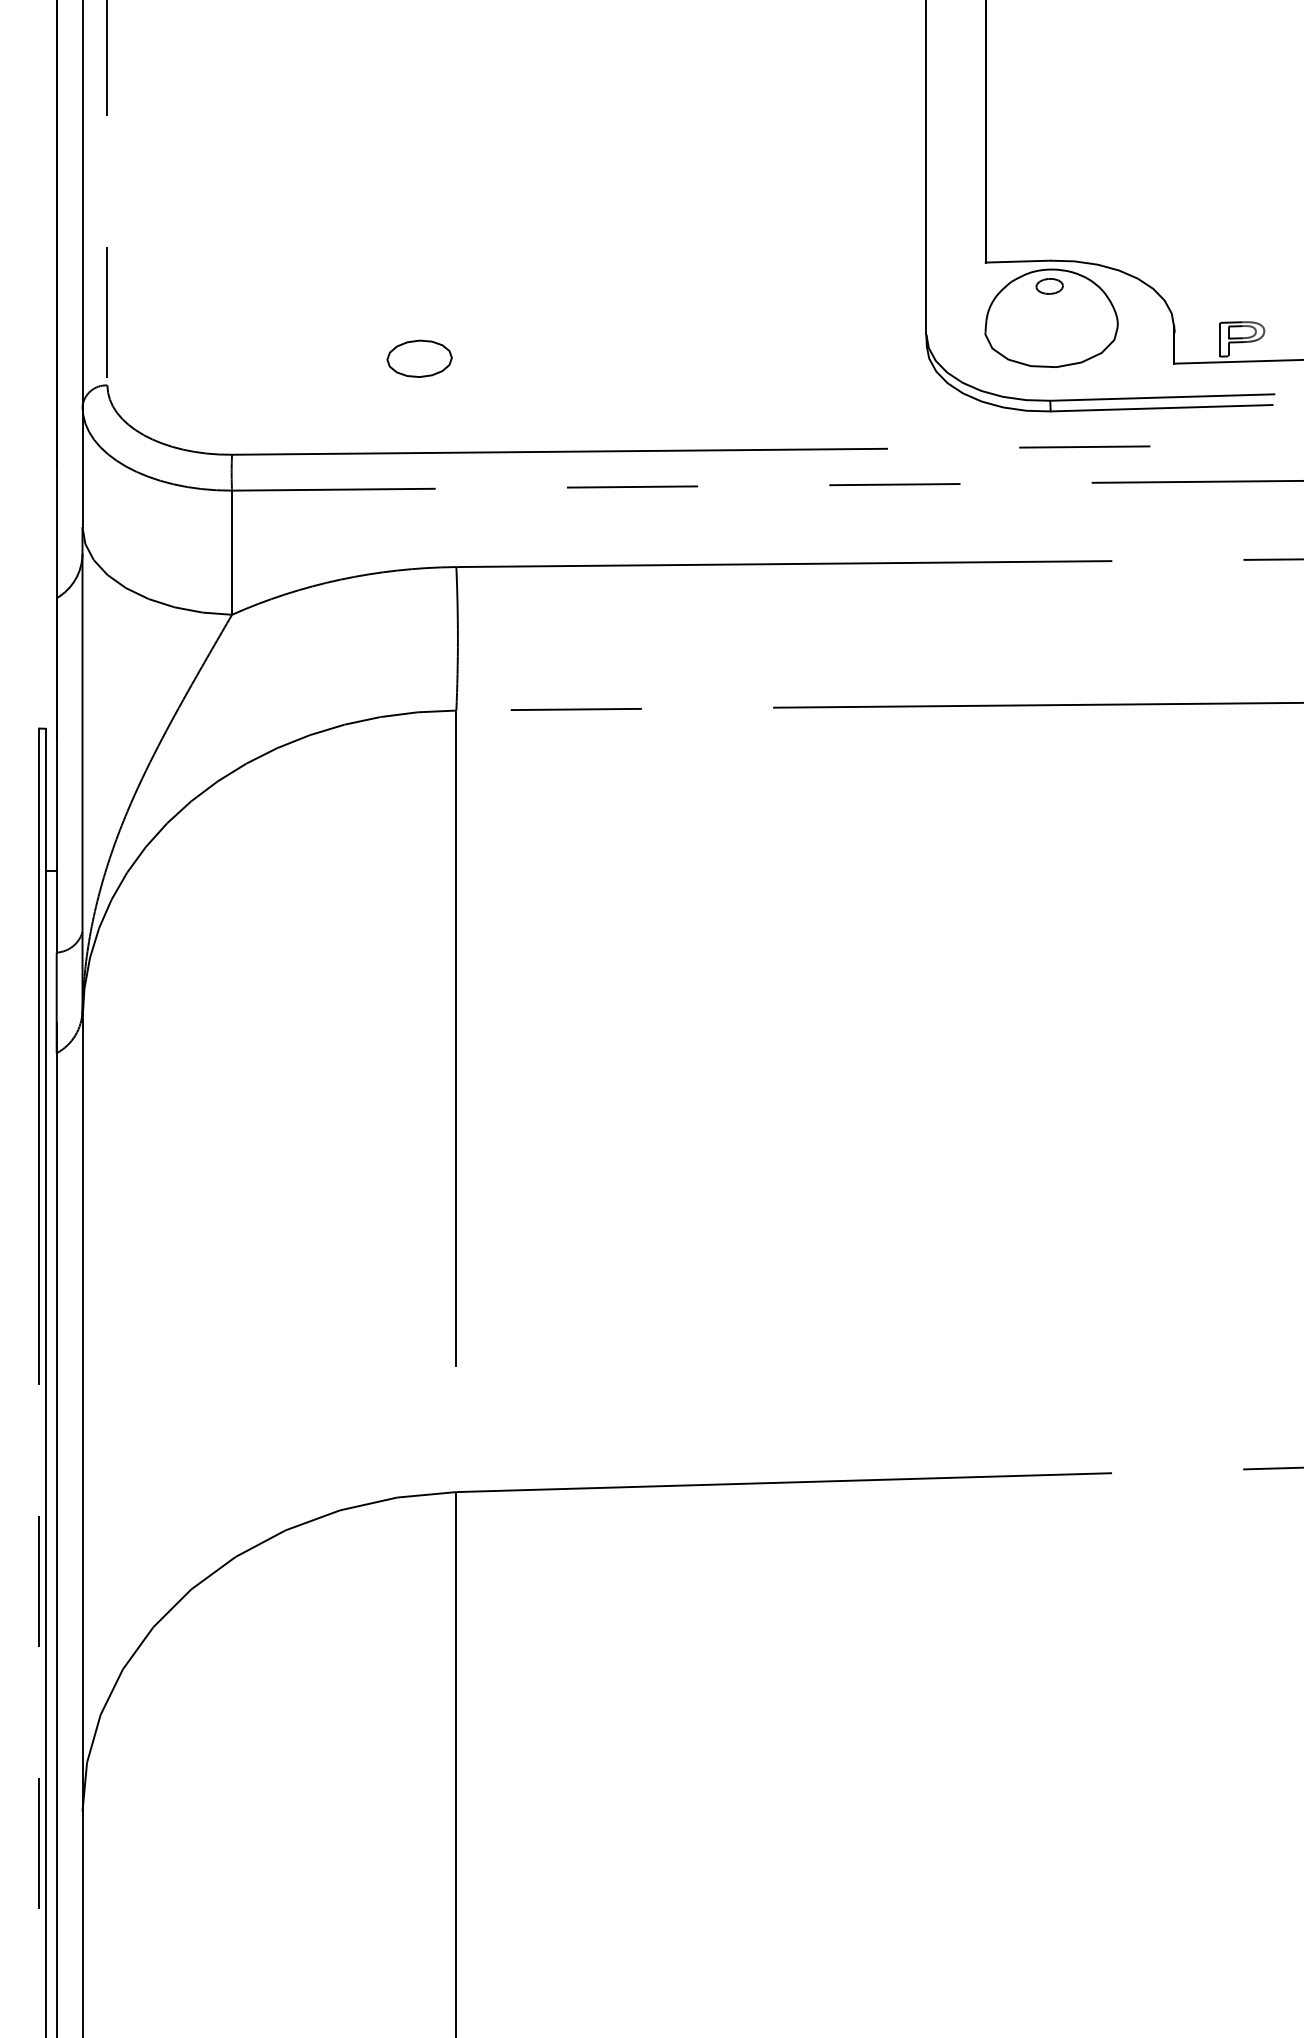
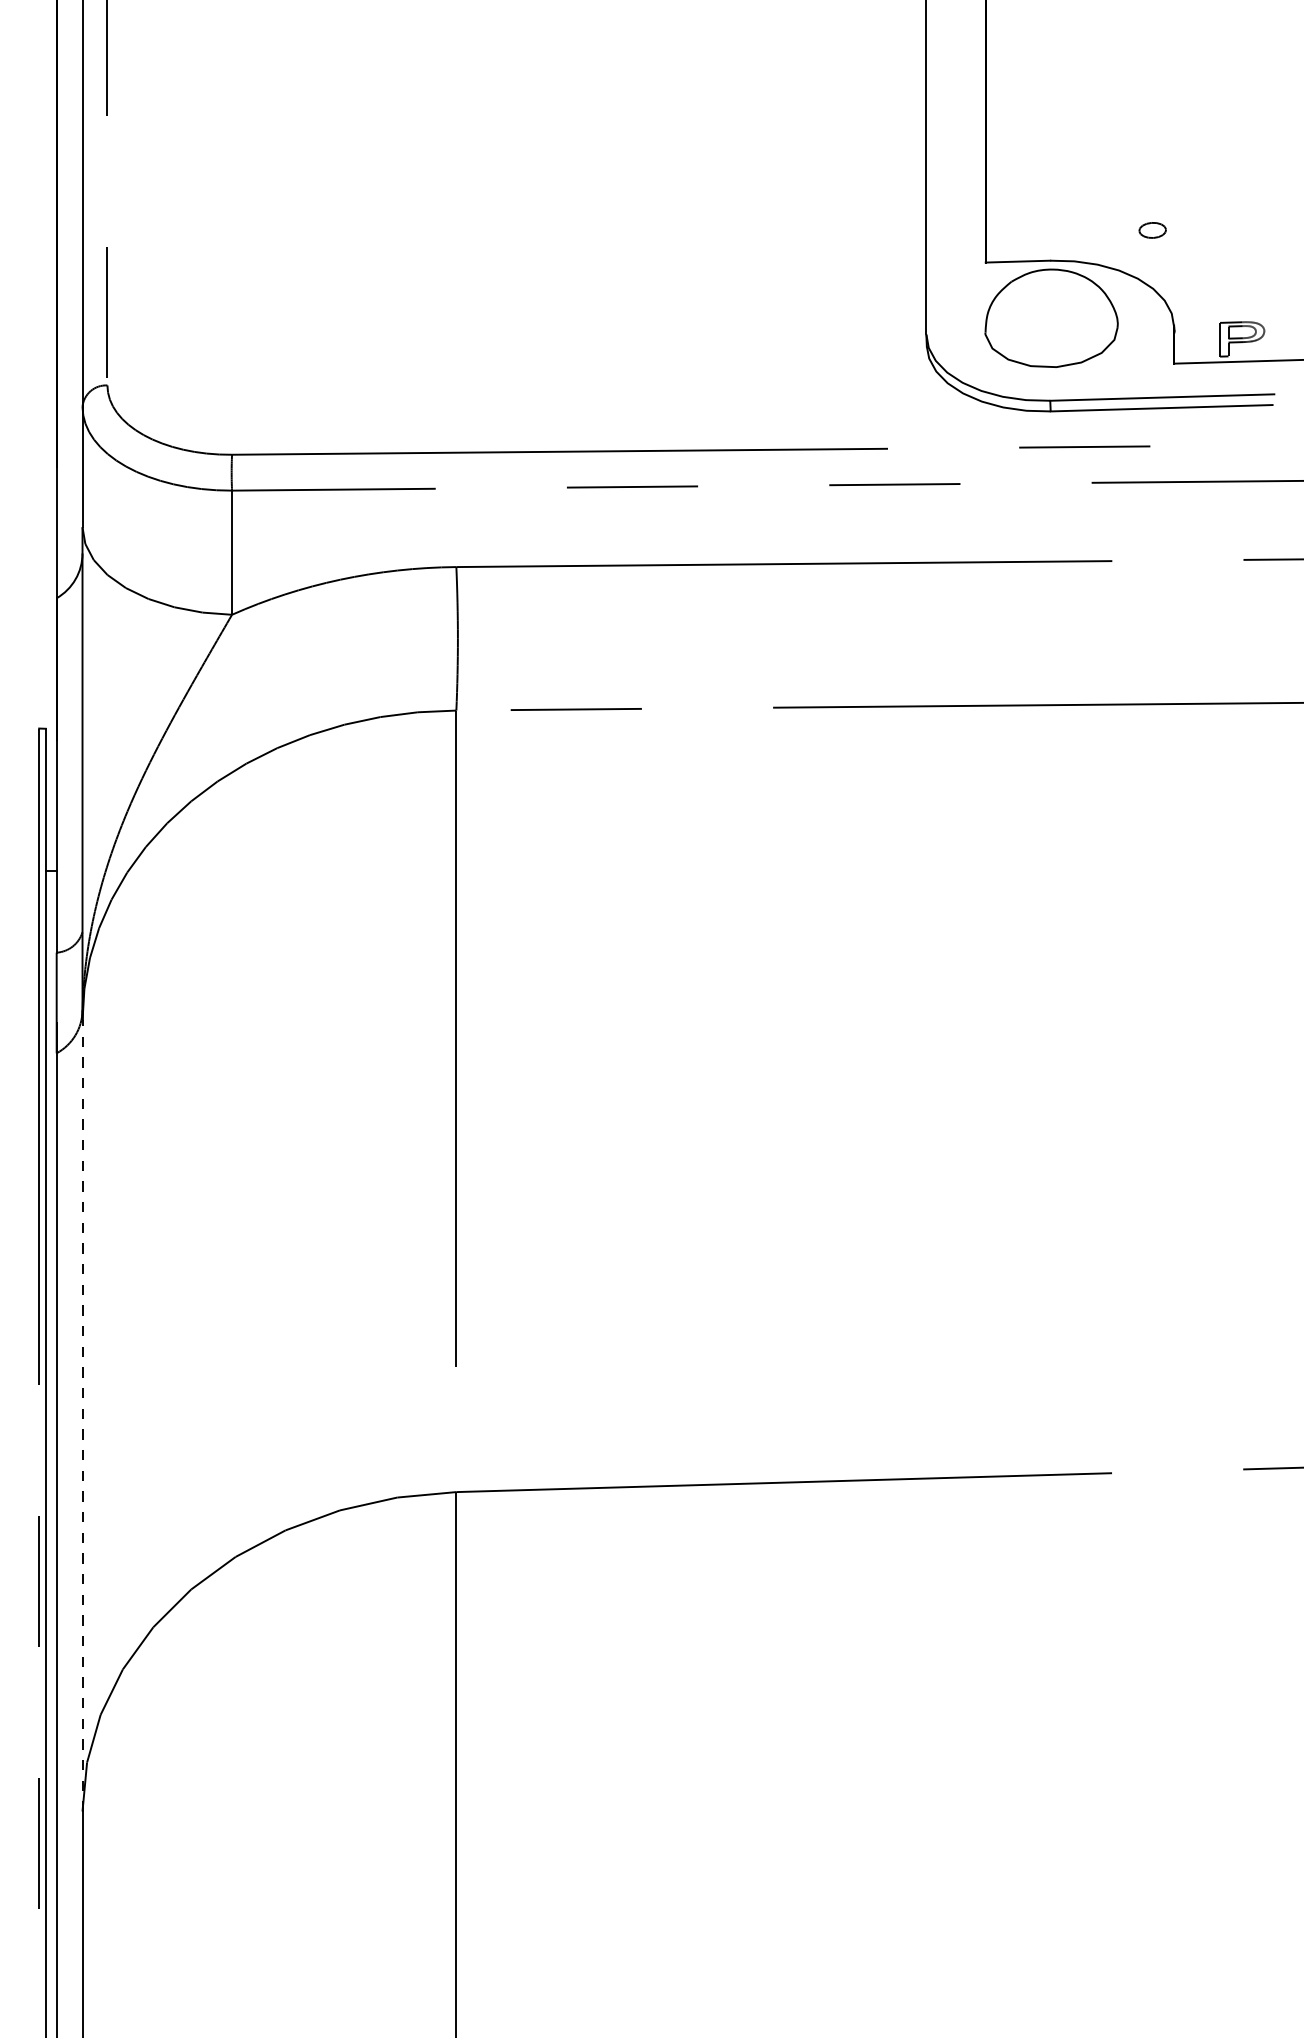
part at (1049, 286) position: (1049, 286) -> (1152, 230)
part at (419, 358): present -> none
line at (82, 1415): solid -> dashed
